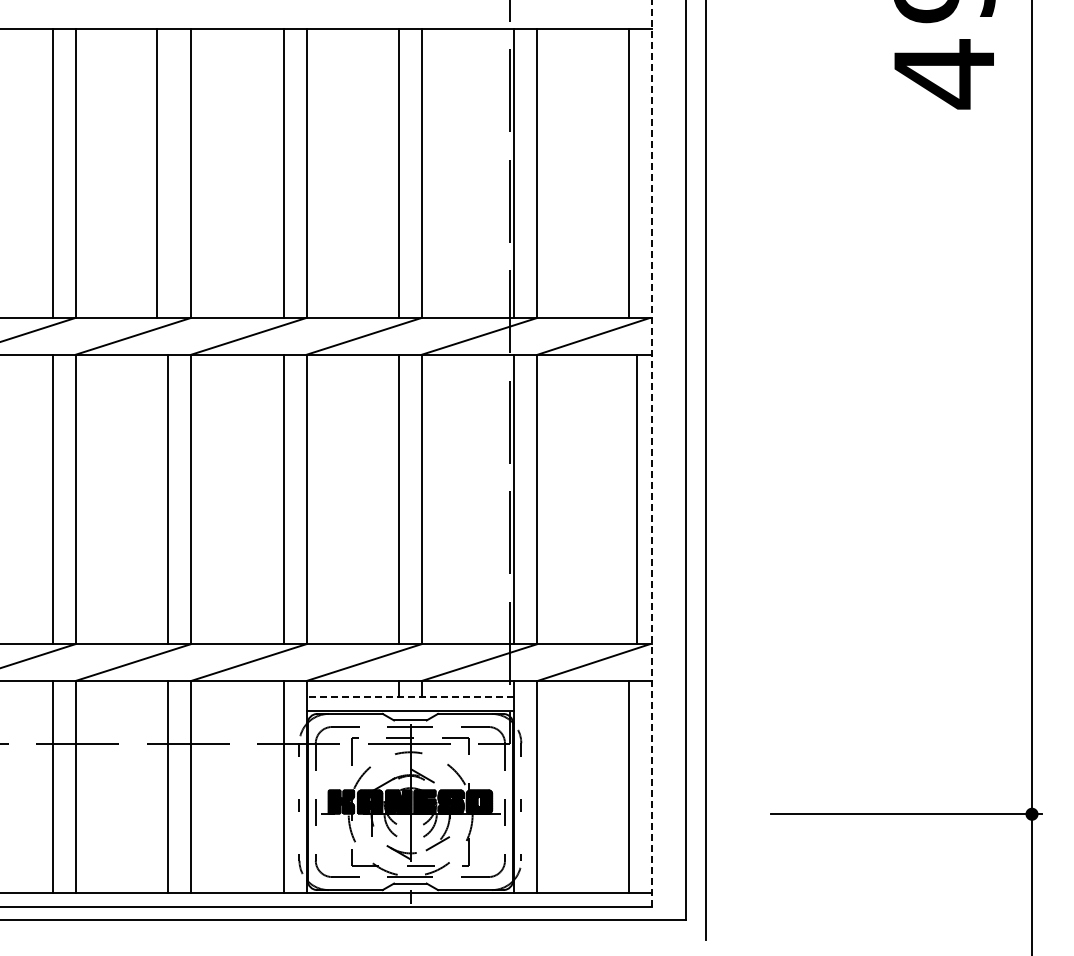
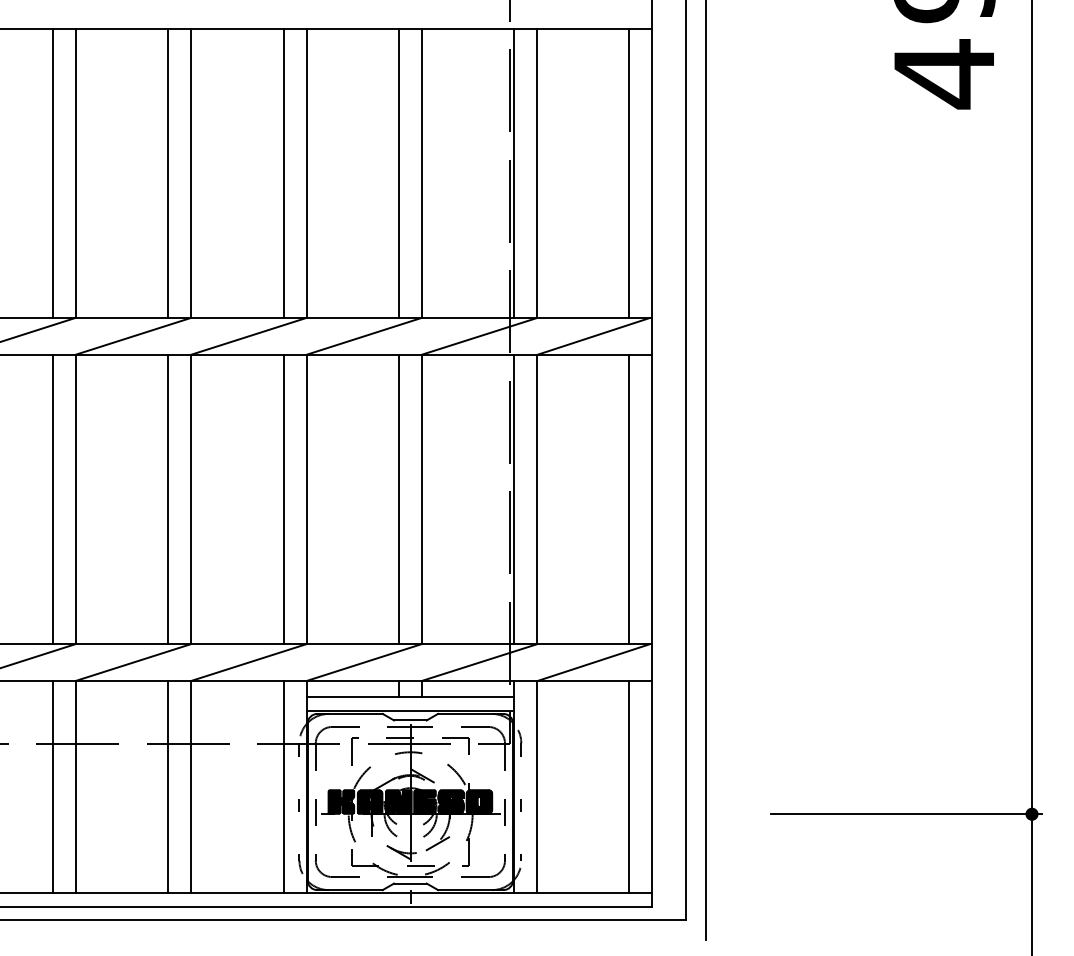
line at (157, 172) position: (157, 172) -> (168, 172)
line at (651, 453): dashed -> solid
line at (637, 499) position: (637, 499) -> (629, 499)
line at (410, 696): dashed -> solid
